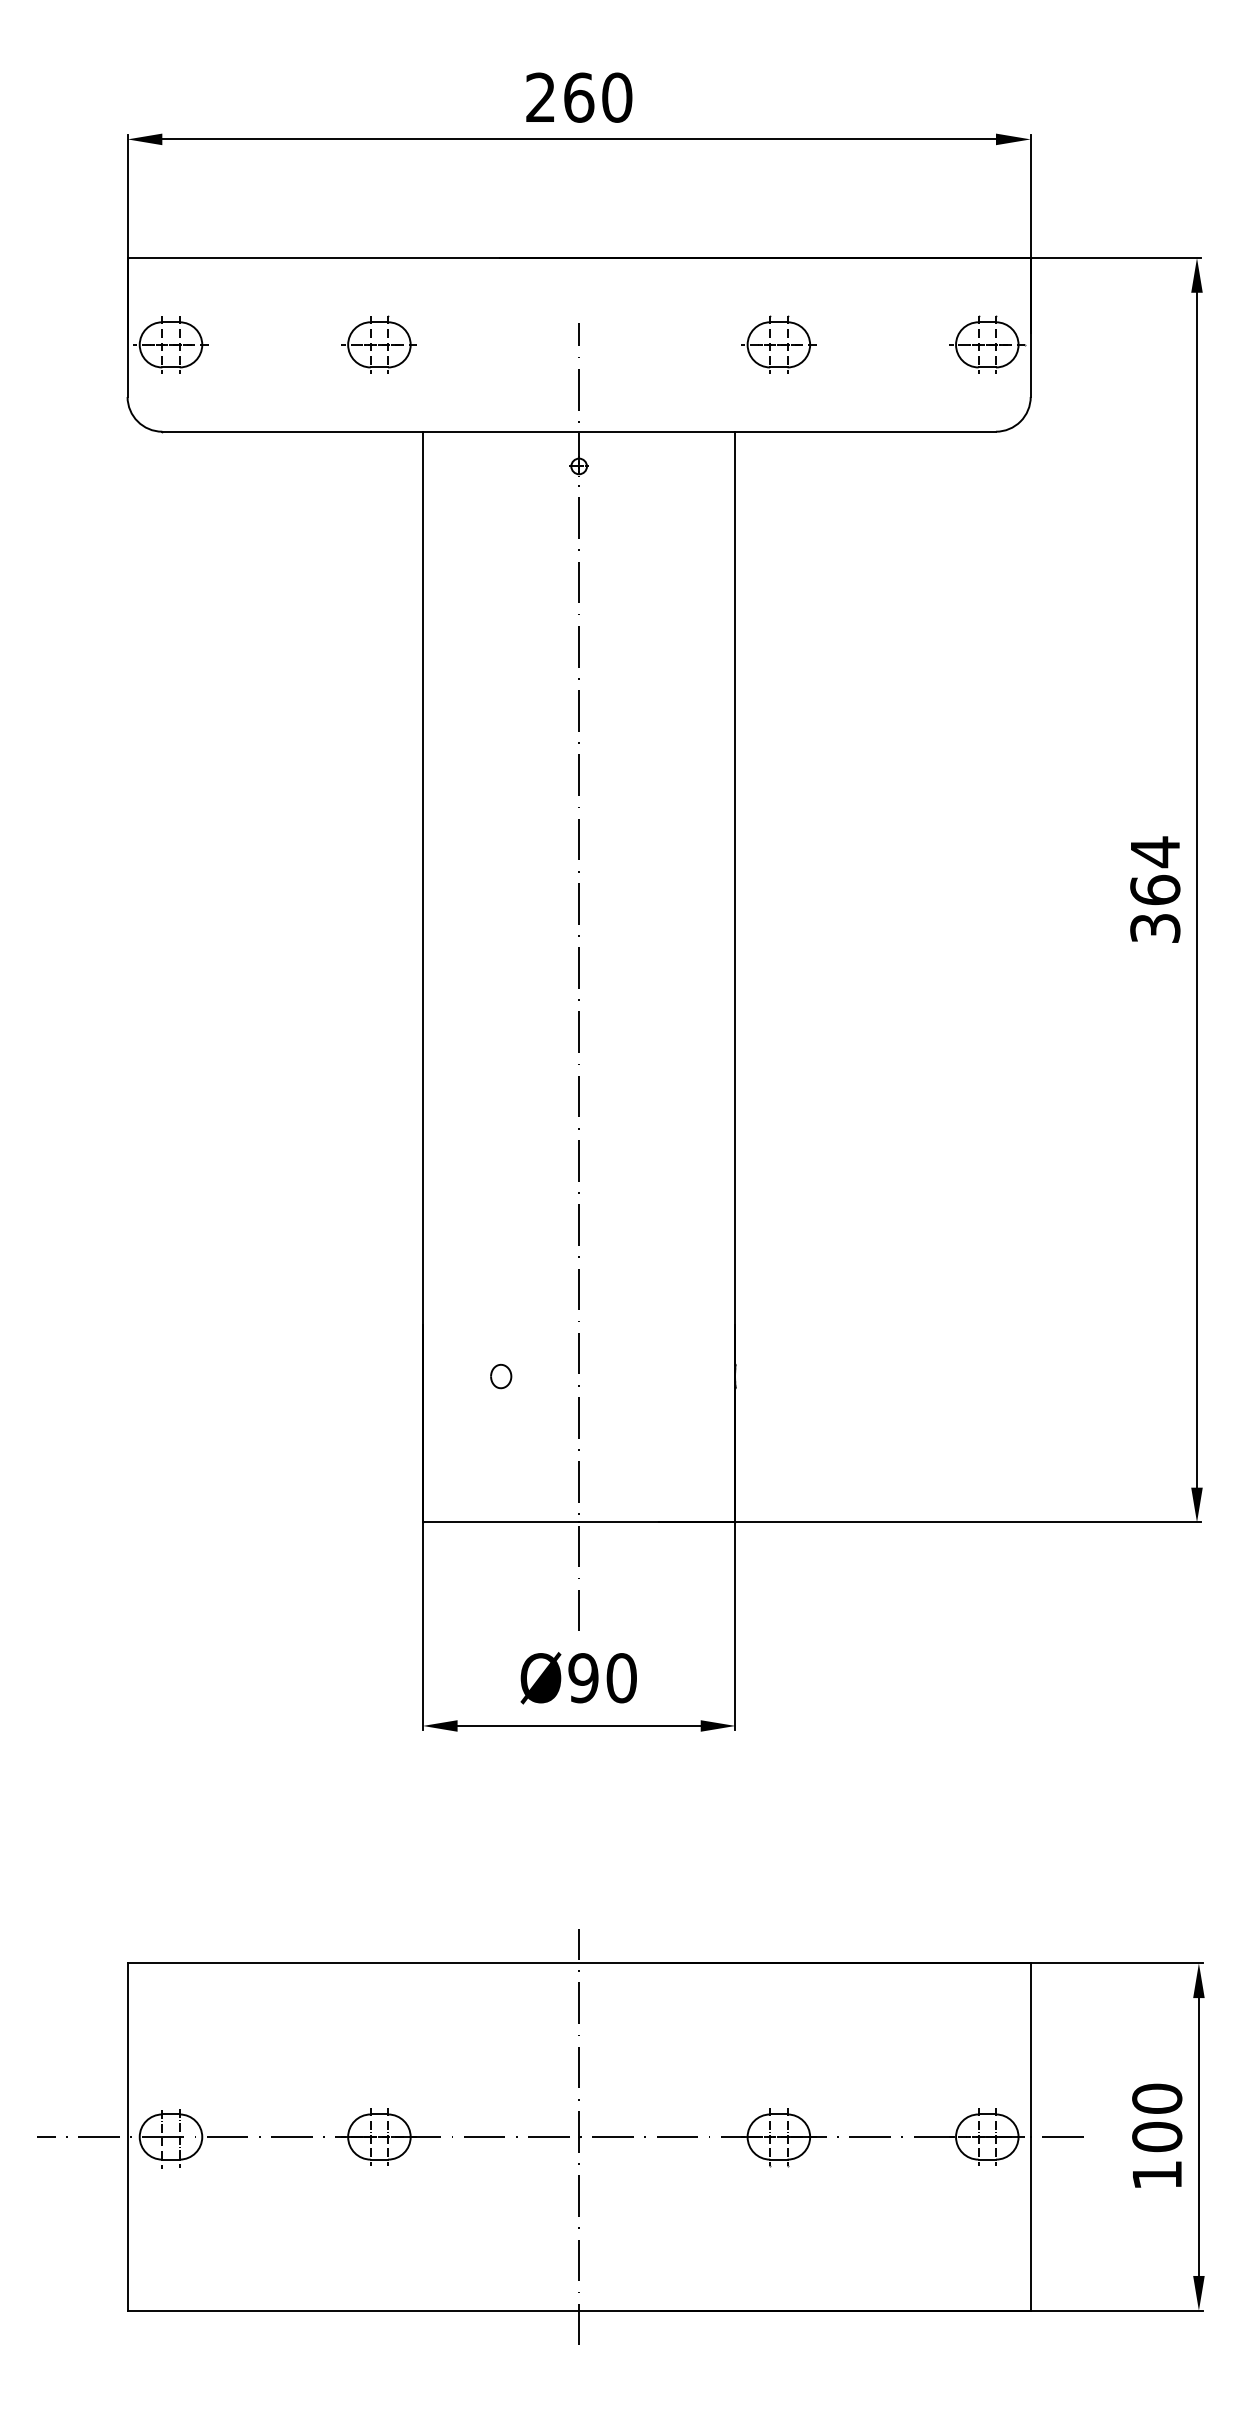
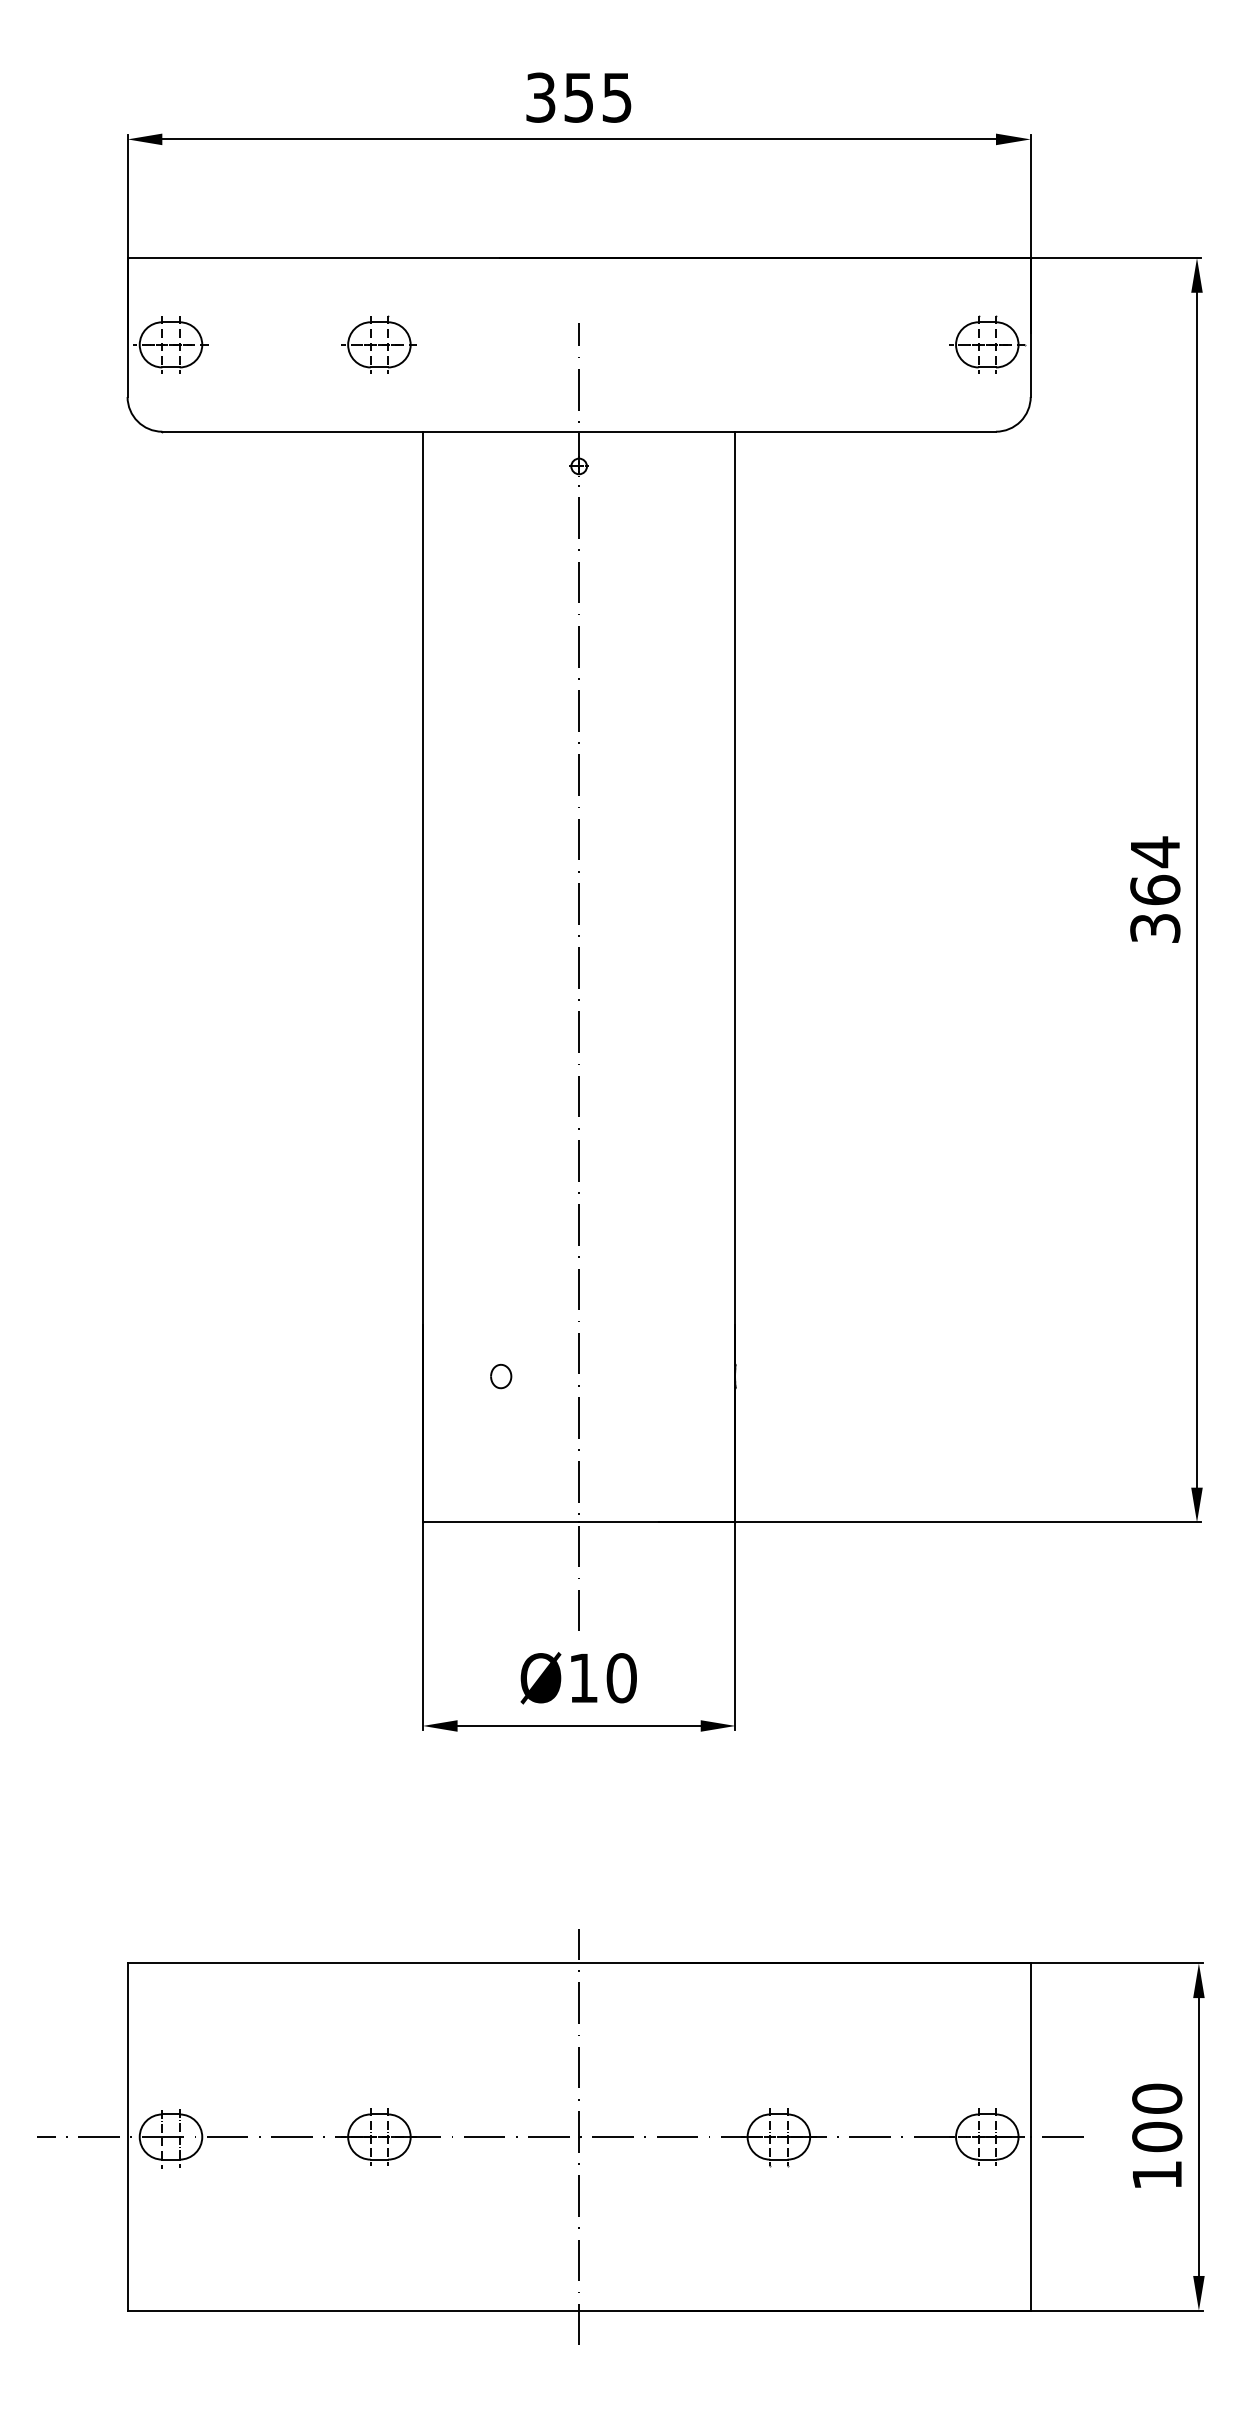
text at (579, 97): 260 -> 355
part at (778, 344): present -> none
text at (583, 1678): Ø90 -> Ø10
